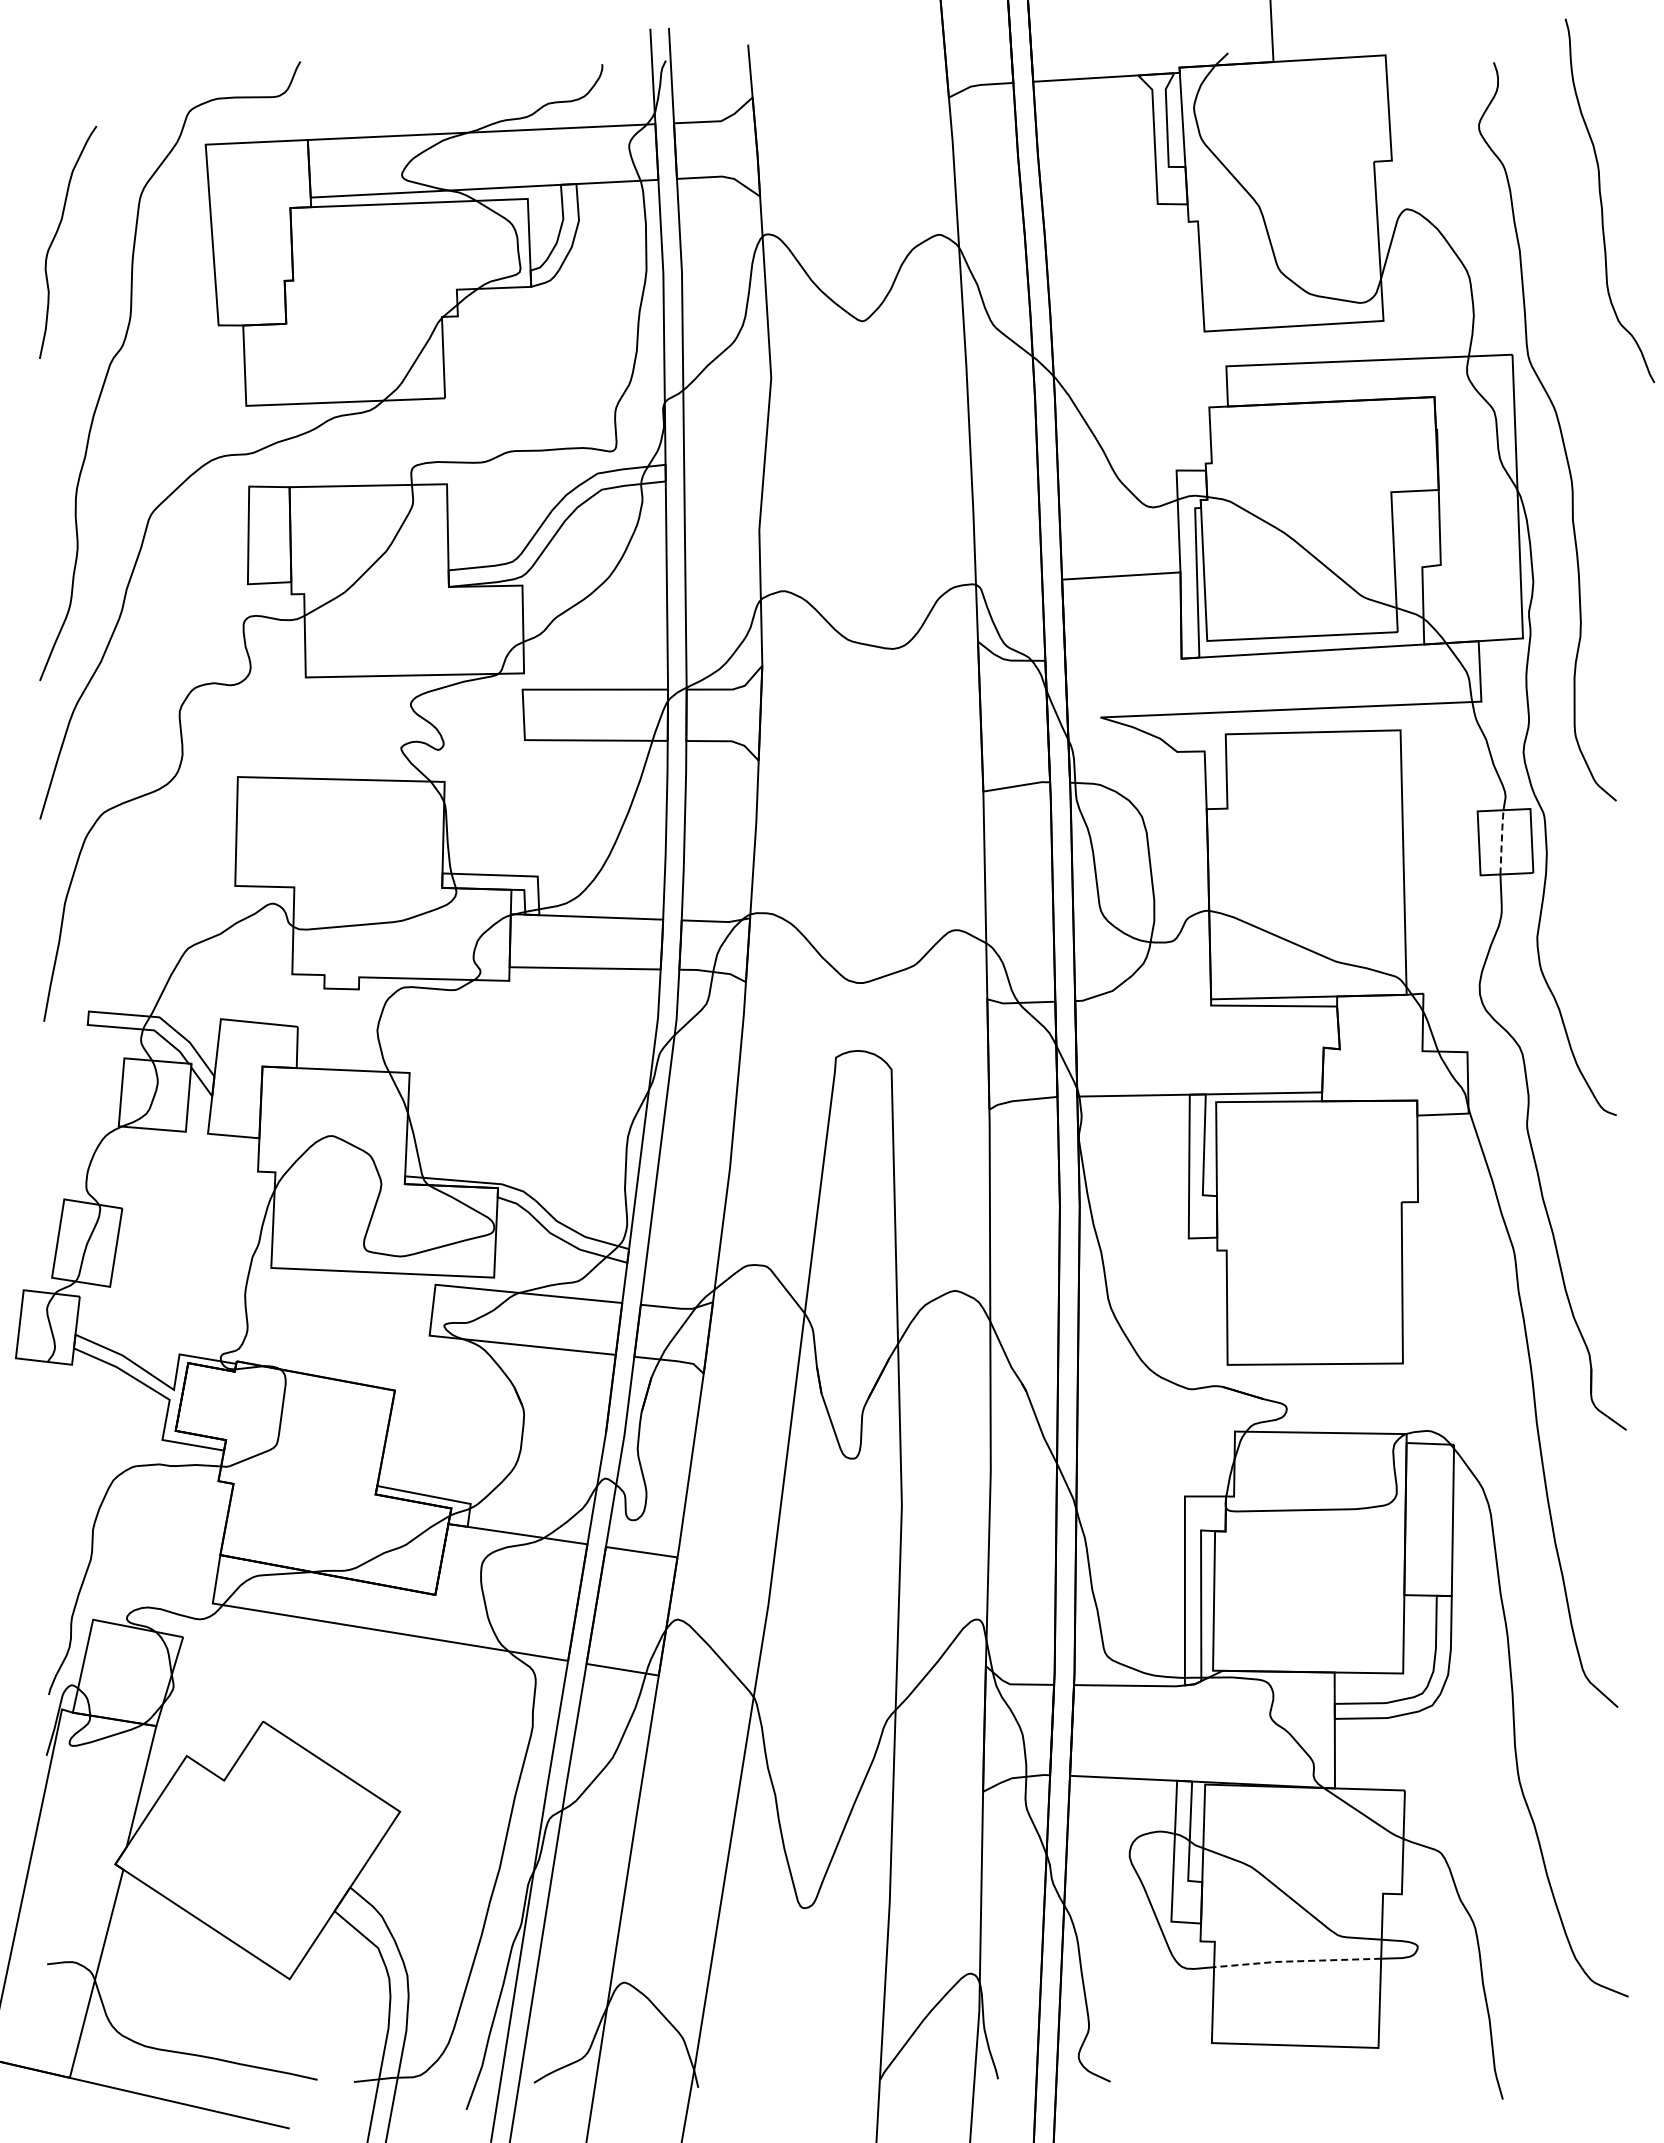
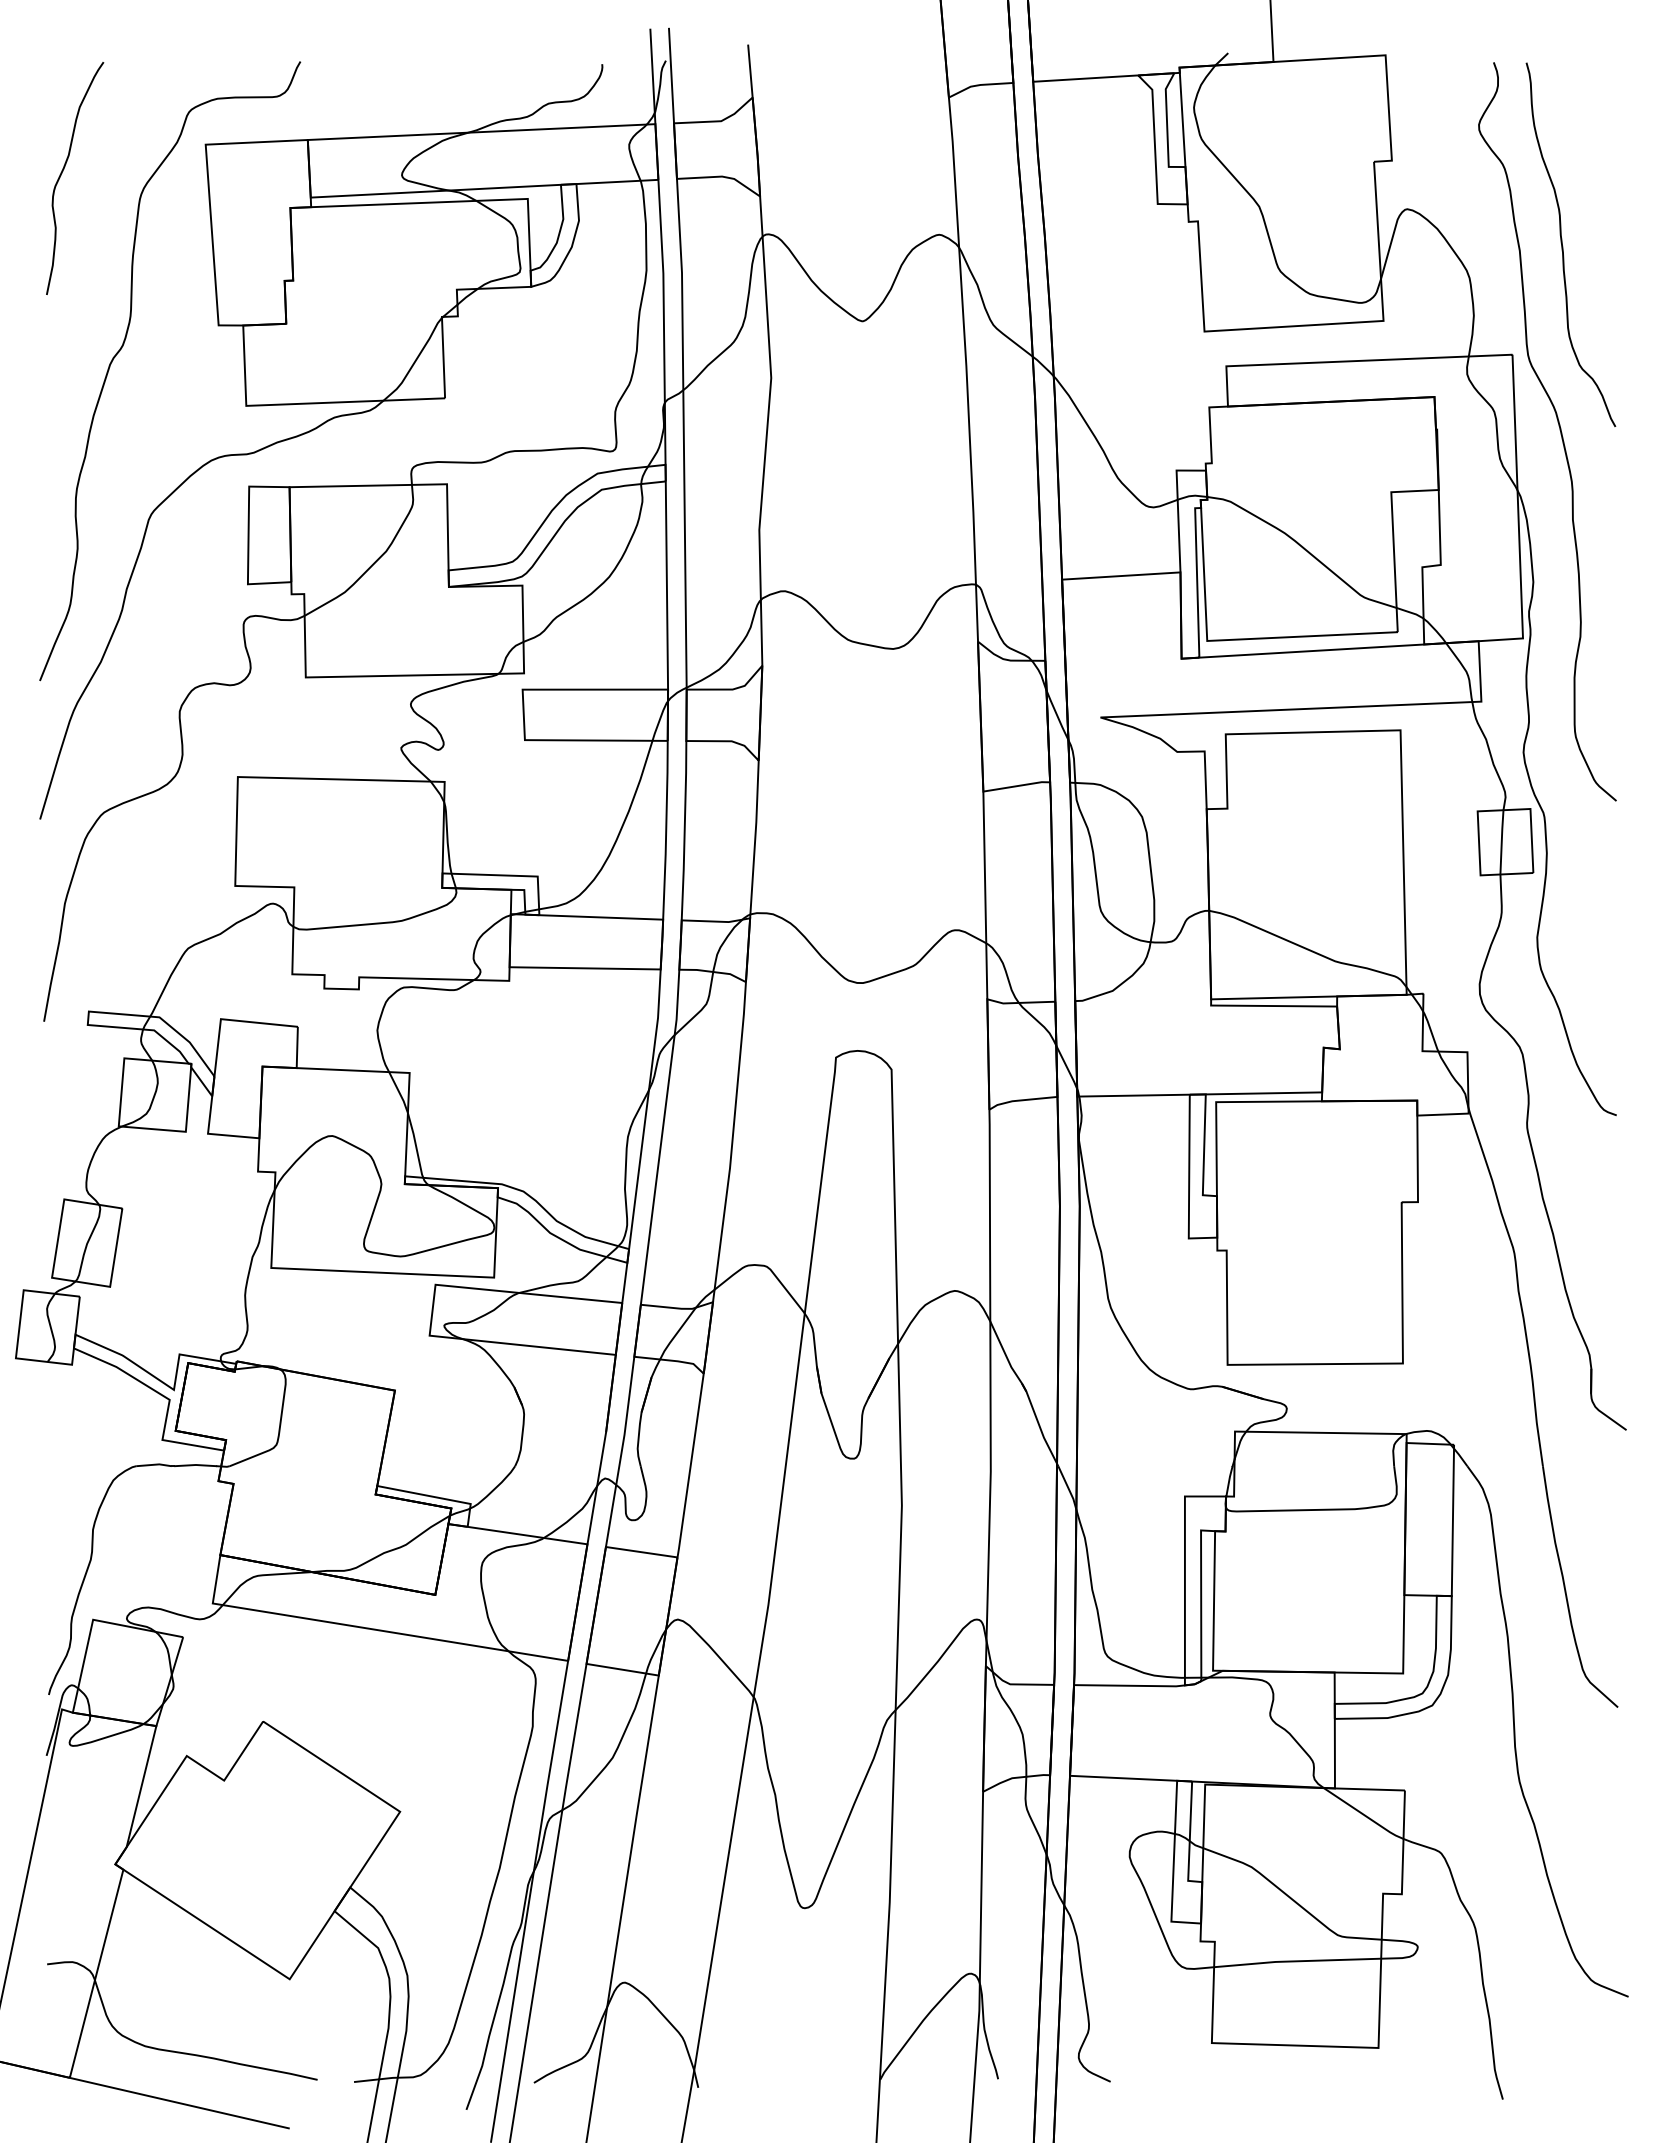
curve at (1602, 202) position: (1602, 202) -> (1563, 246)
curve at (56, 235) position: (56, 235) -> (63, 171)
line at (1501, 841): dashed -> solid
line at (1296, 1961): dashed -> solid
